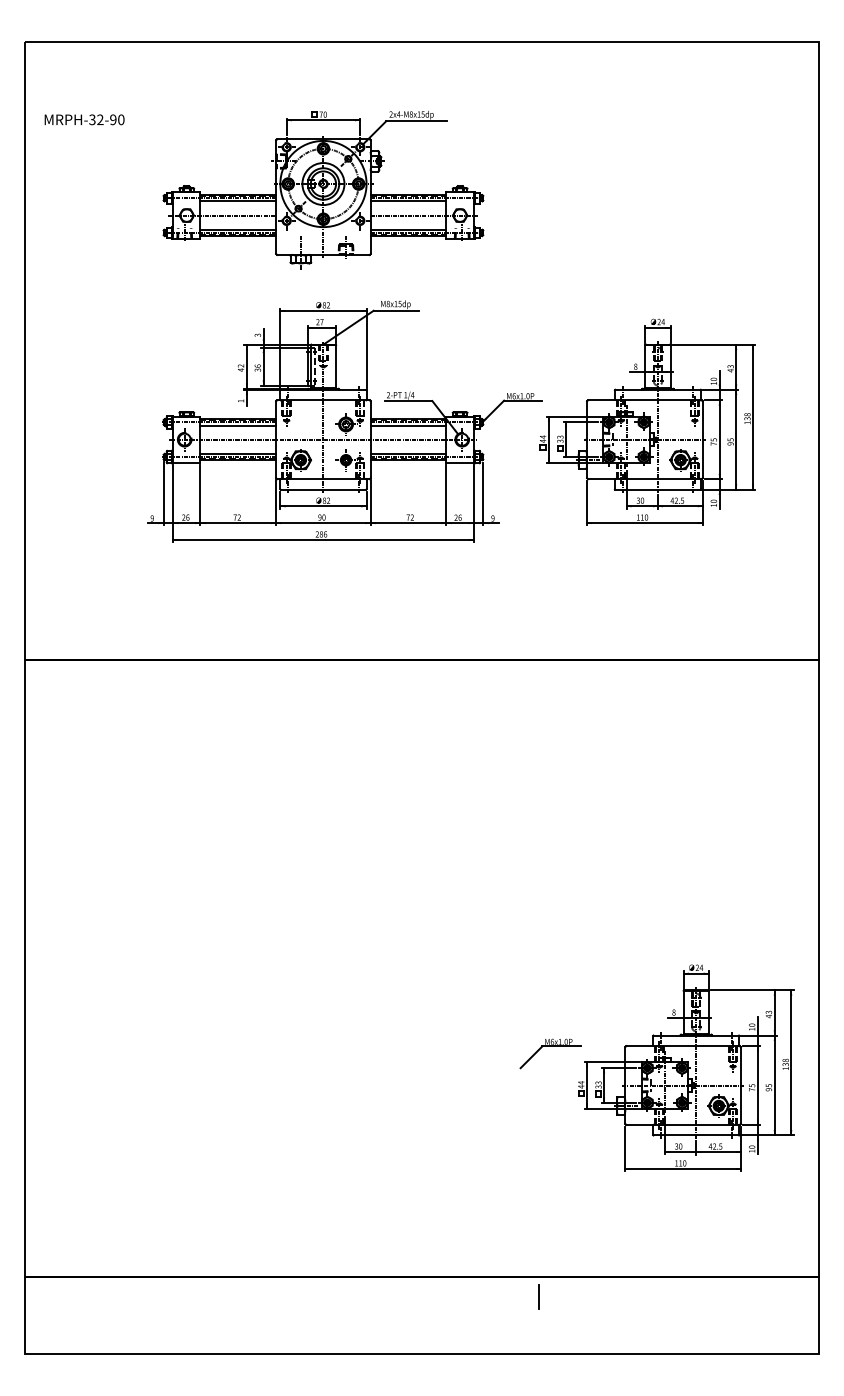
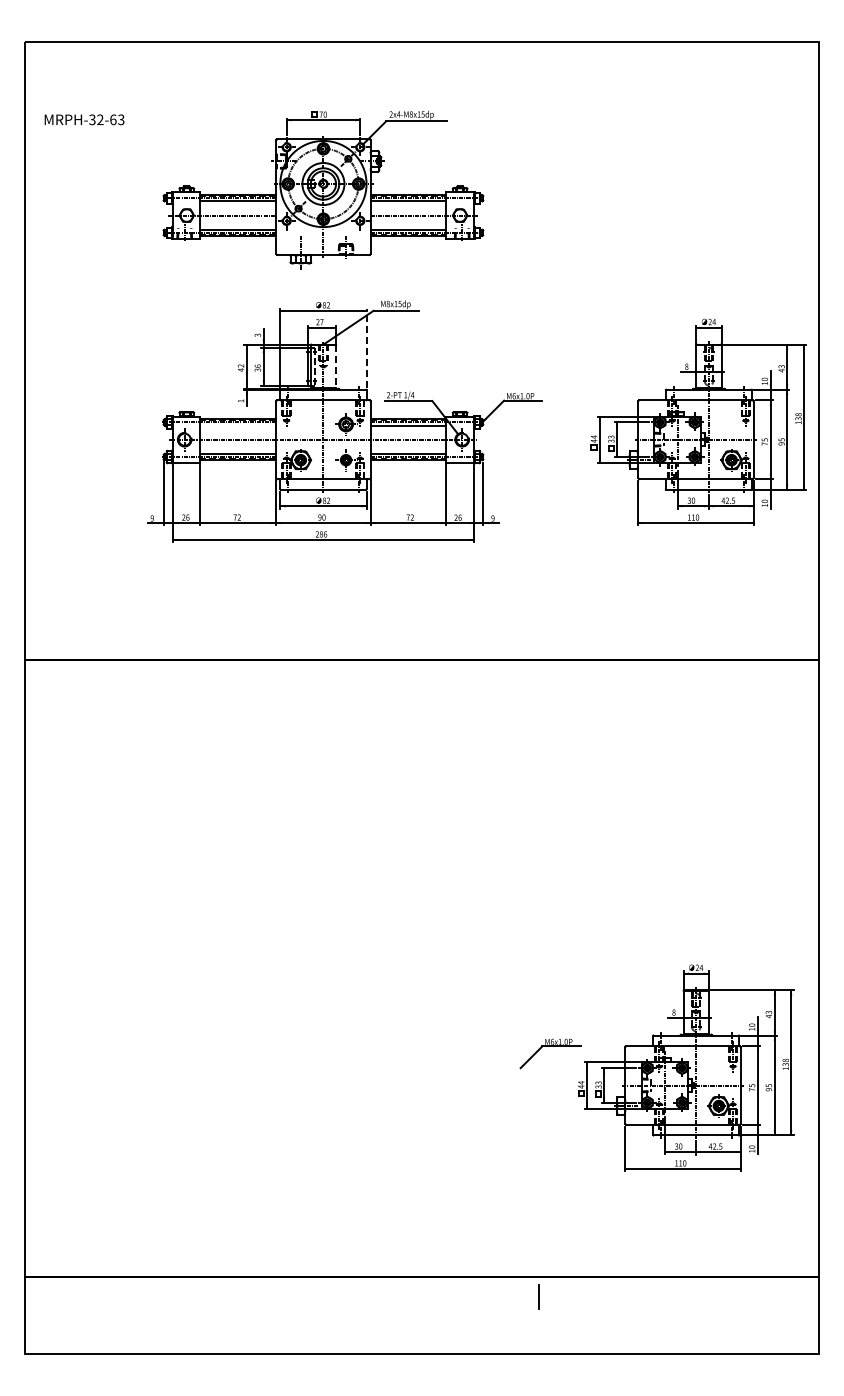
text at (117, 119): MRPH-32-90 -> MRPH-32-63
line at (366, 347): solid -> dashed
line at (336, 366): solid -> dashed
part at (647, 421) position: (647, 421) -> (698, 421)
line at (238, 425): present -> none
